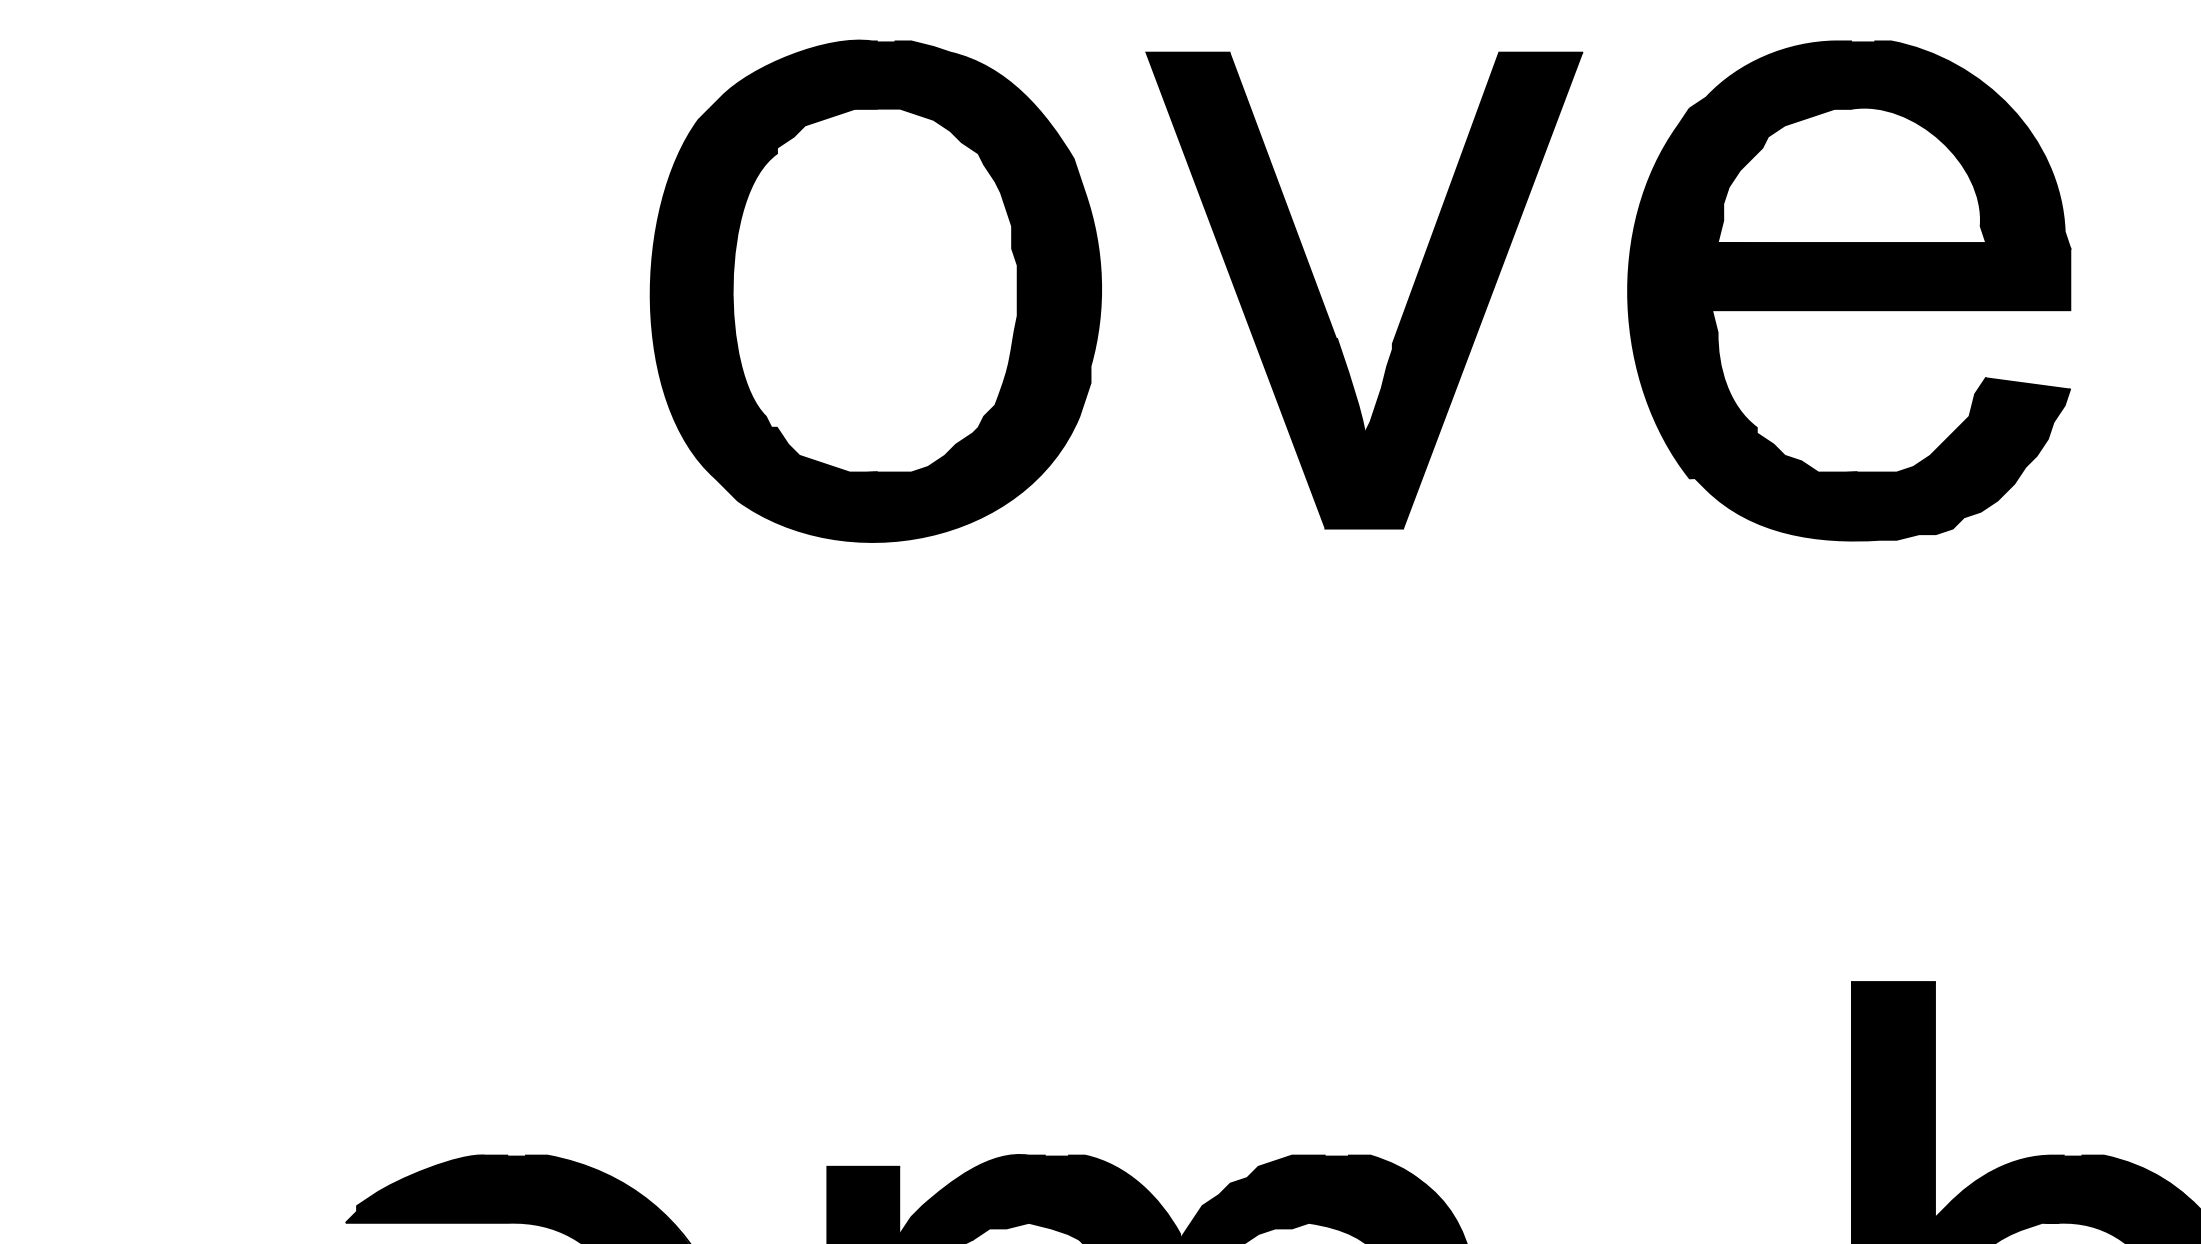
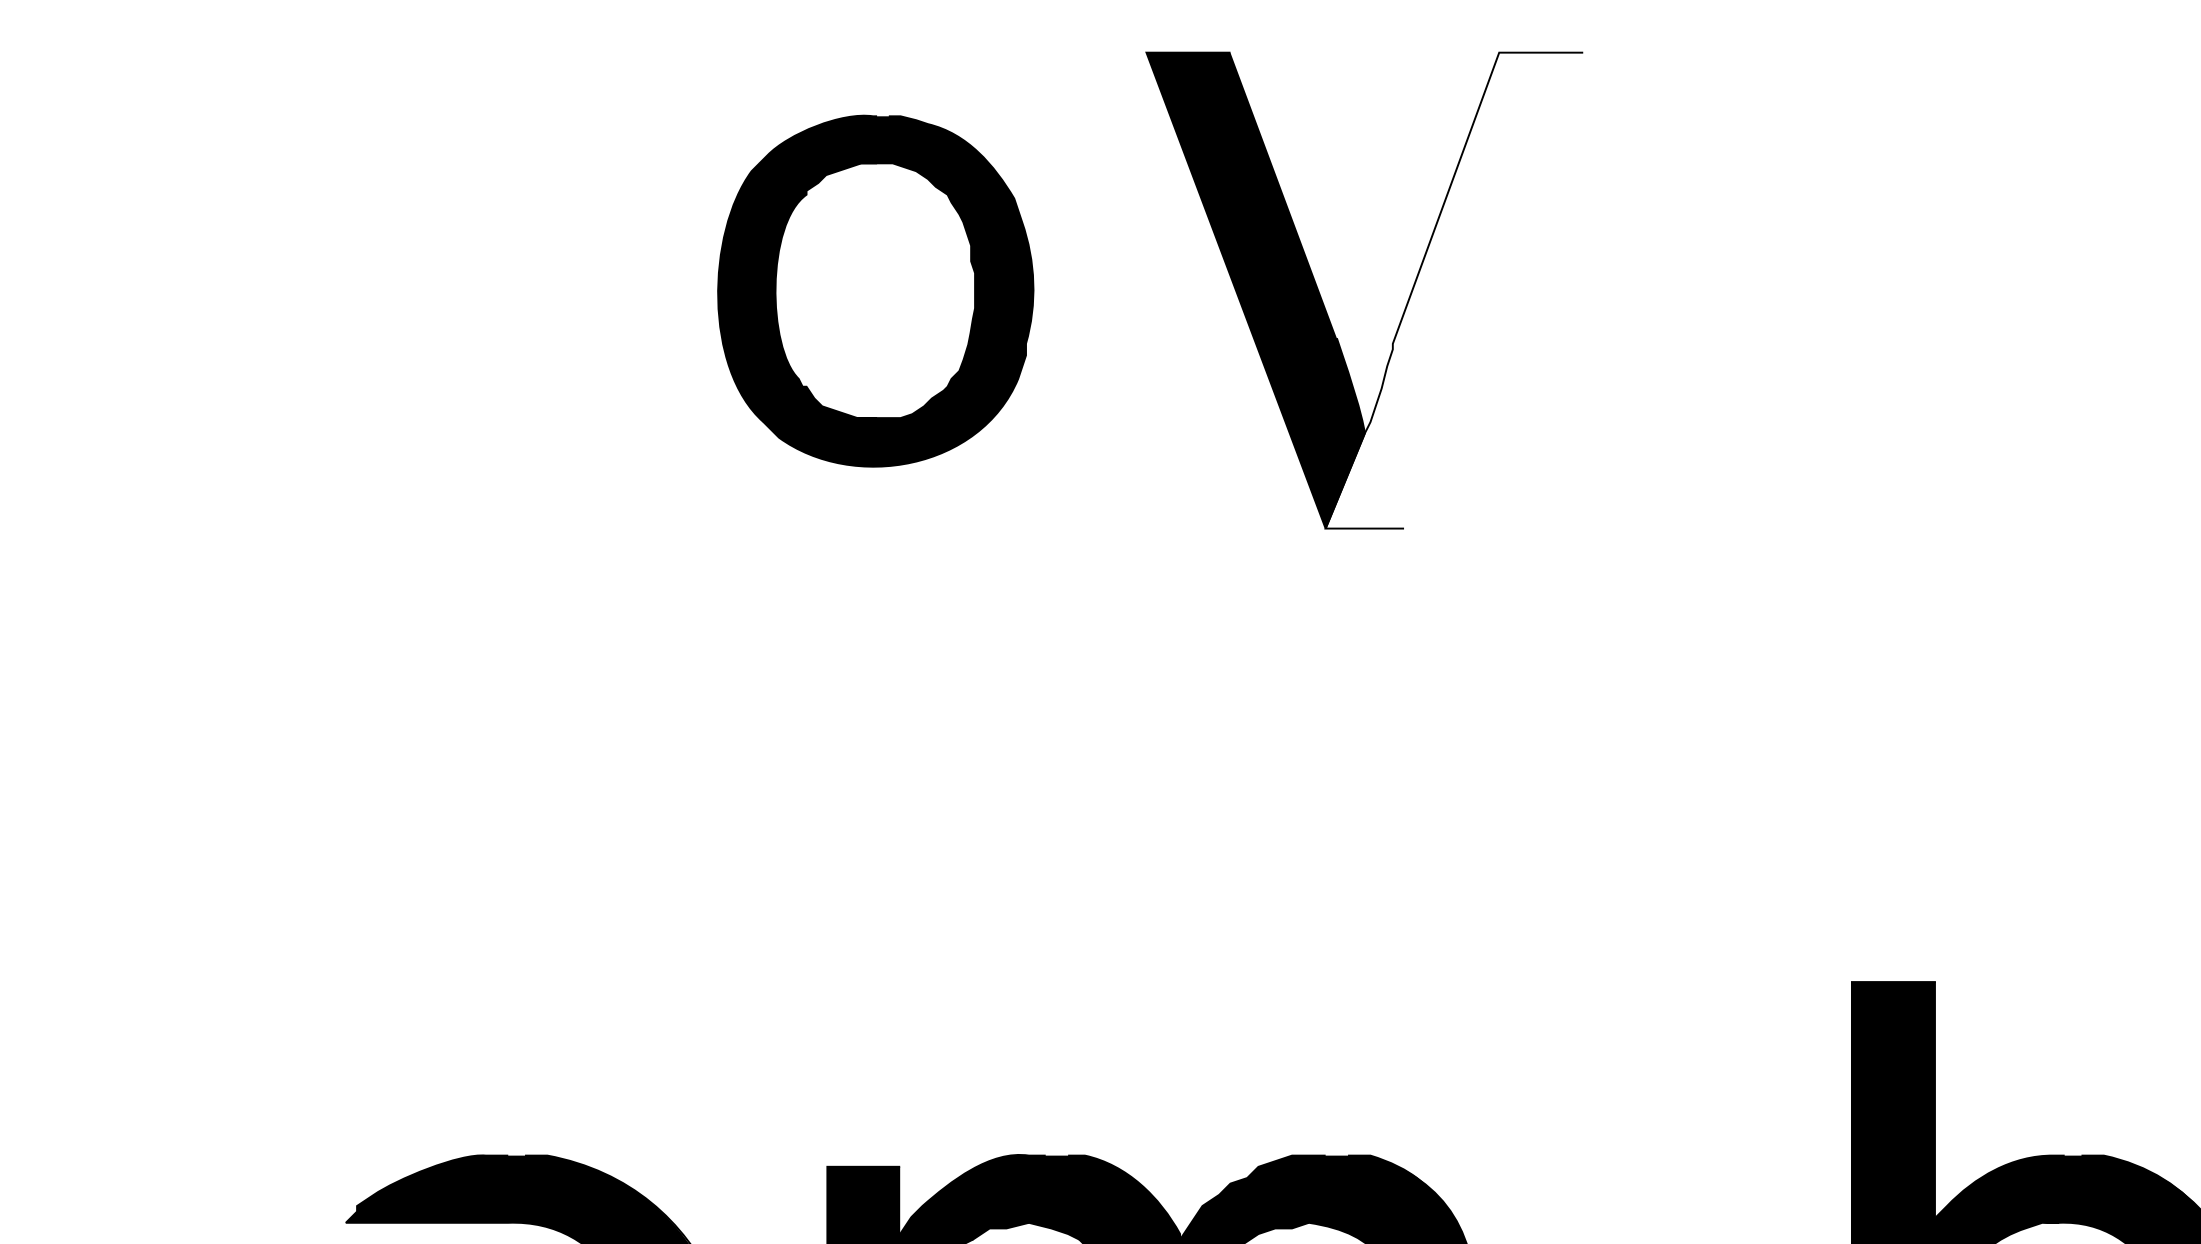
part at (875, 290) size: 453x504 px -> 318x354 px
fill at (1454, 290): present -> none
part at (1849, 290): present -> none
